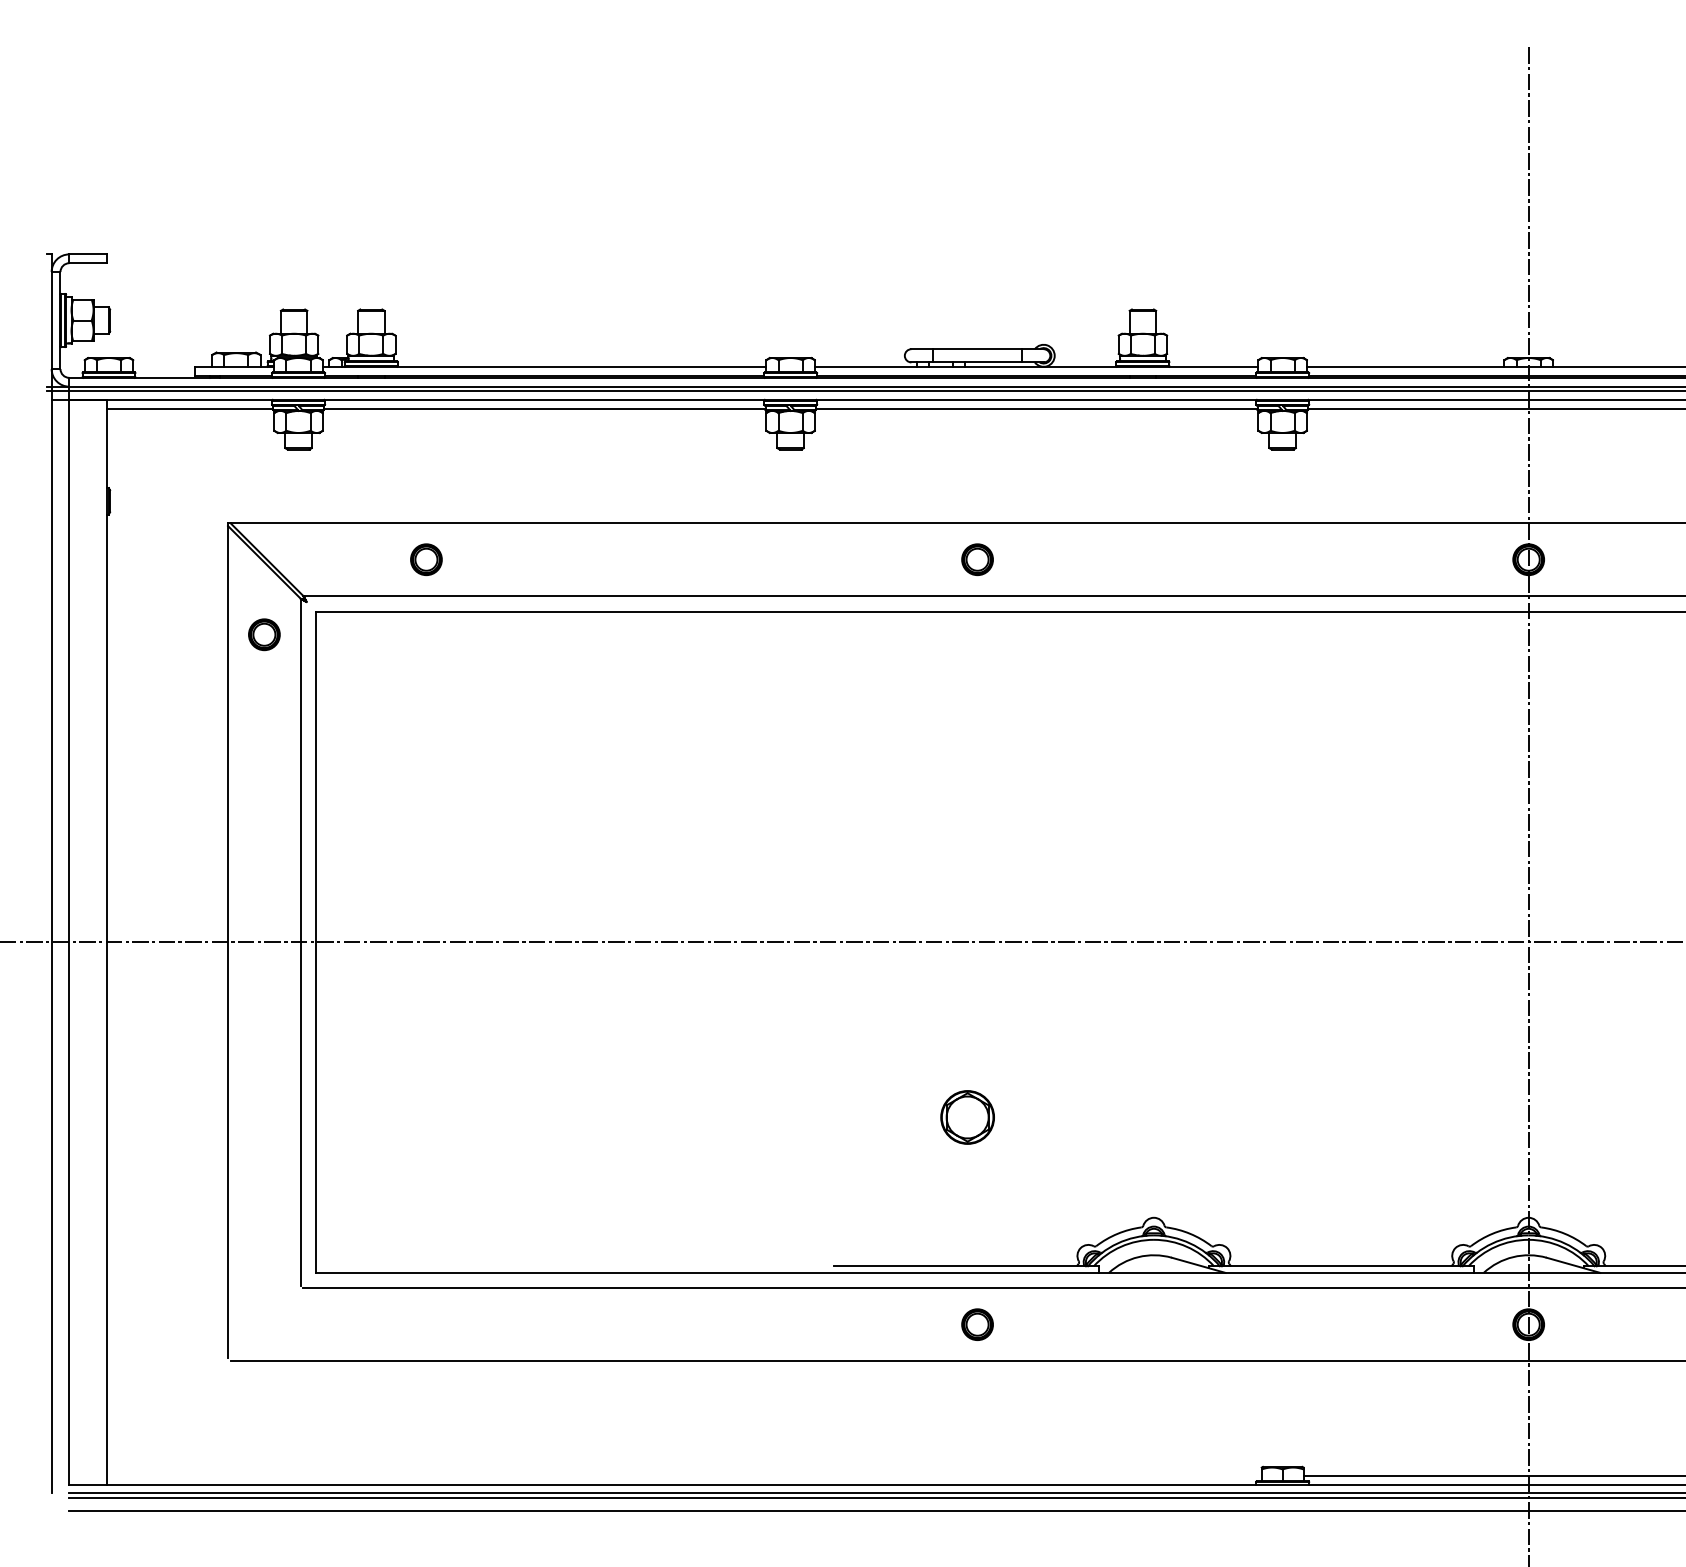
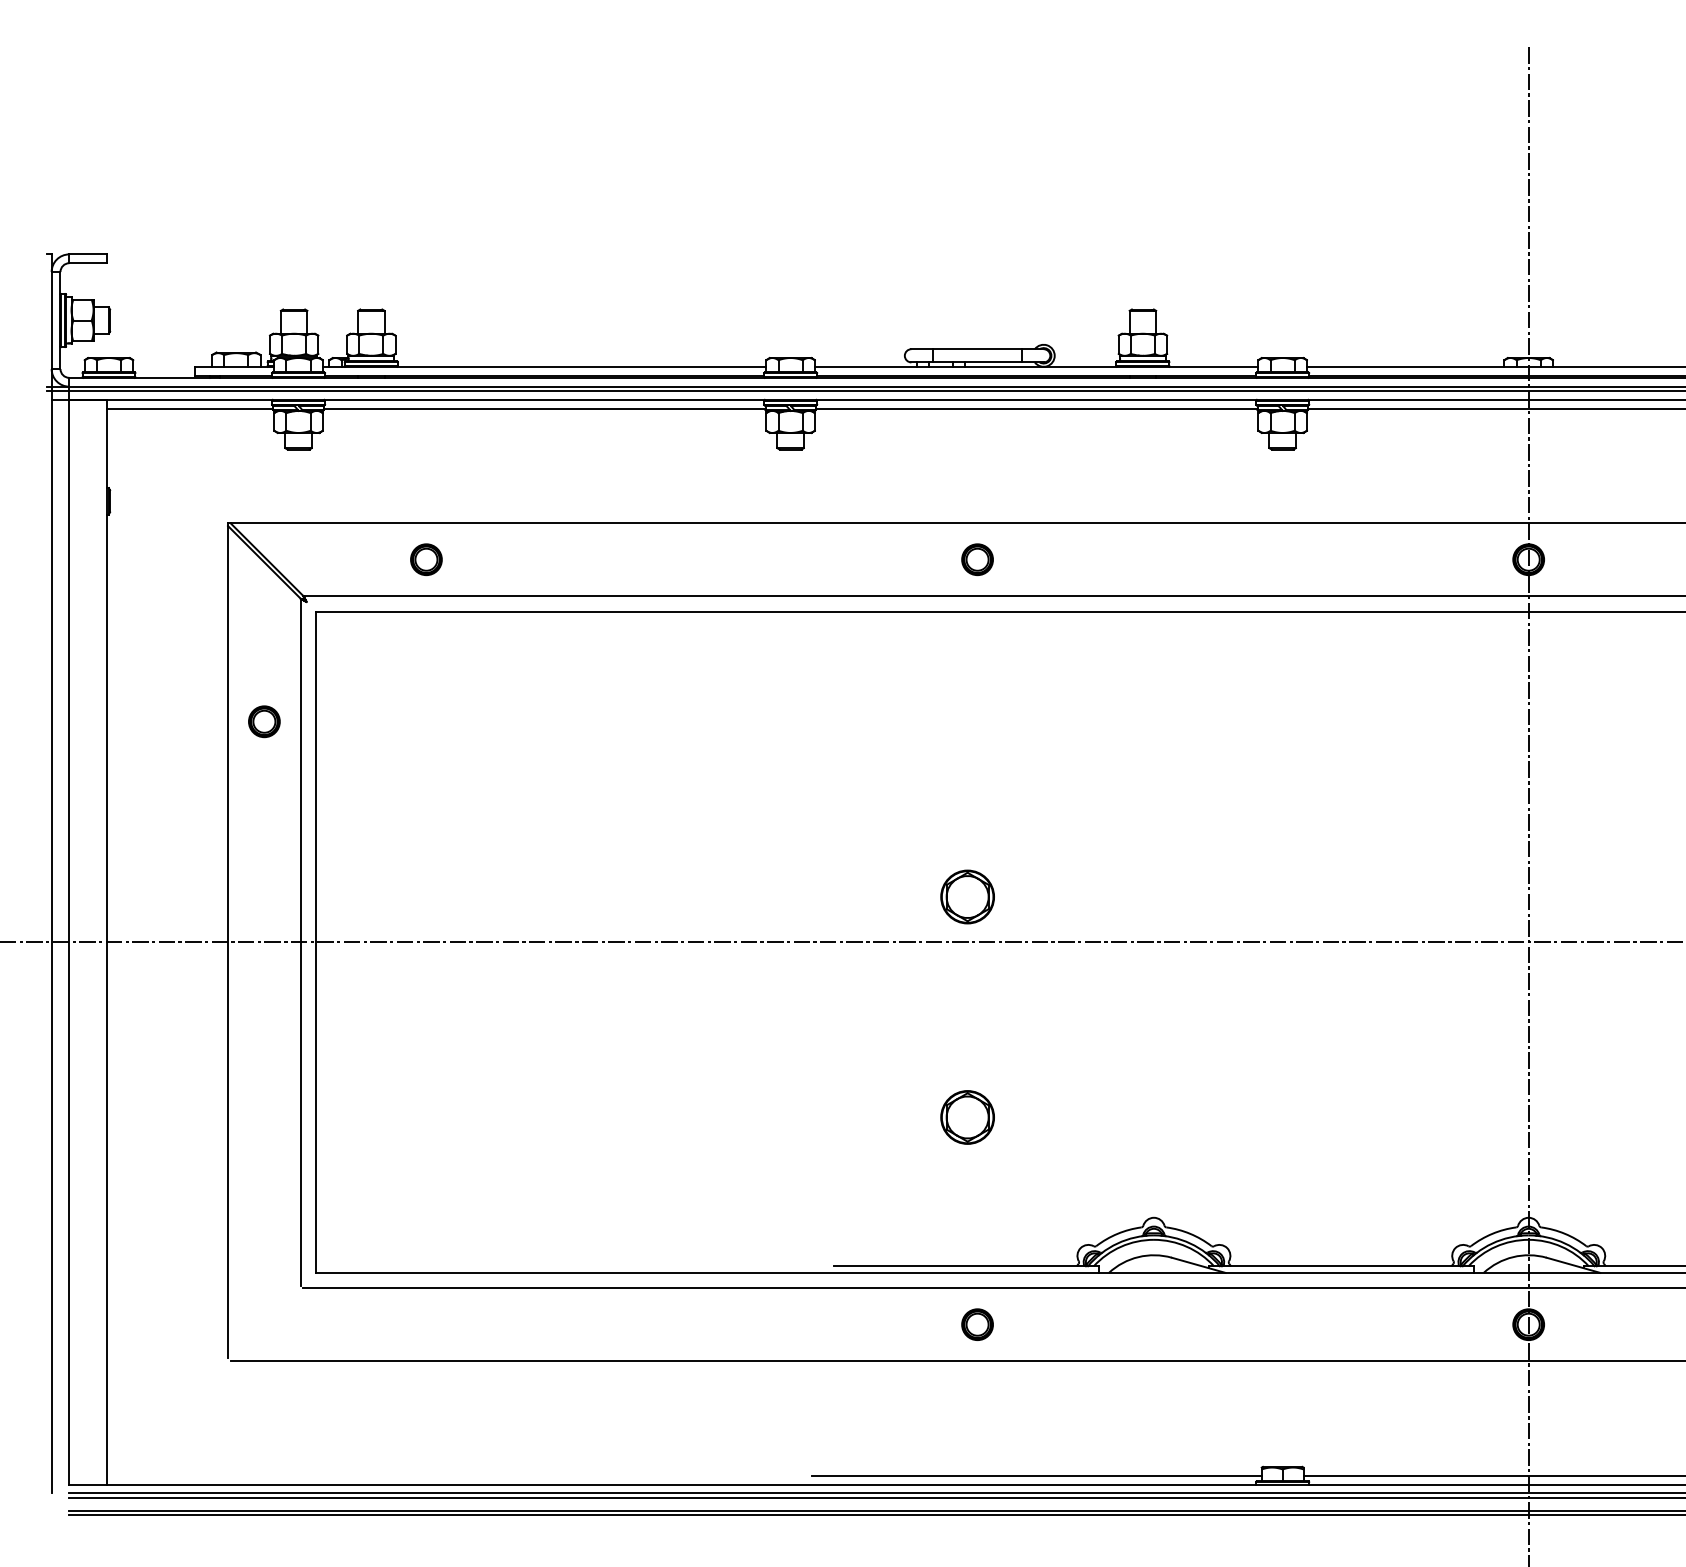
part at (264, 634) position: (264, 634) -> (264, 721)
part at (967, 896): none -> present
line at (1036, 1475): none -> present
line at (875, 1515): none -> present
